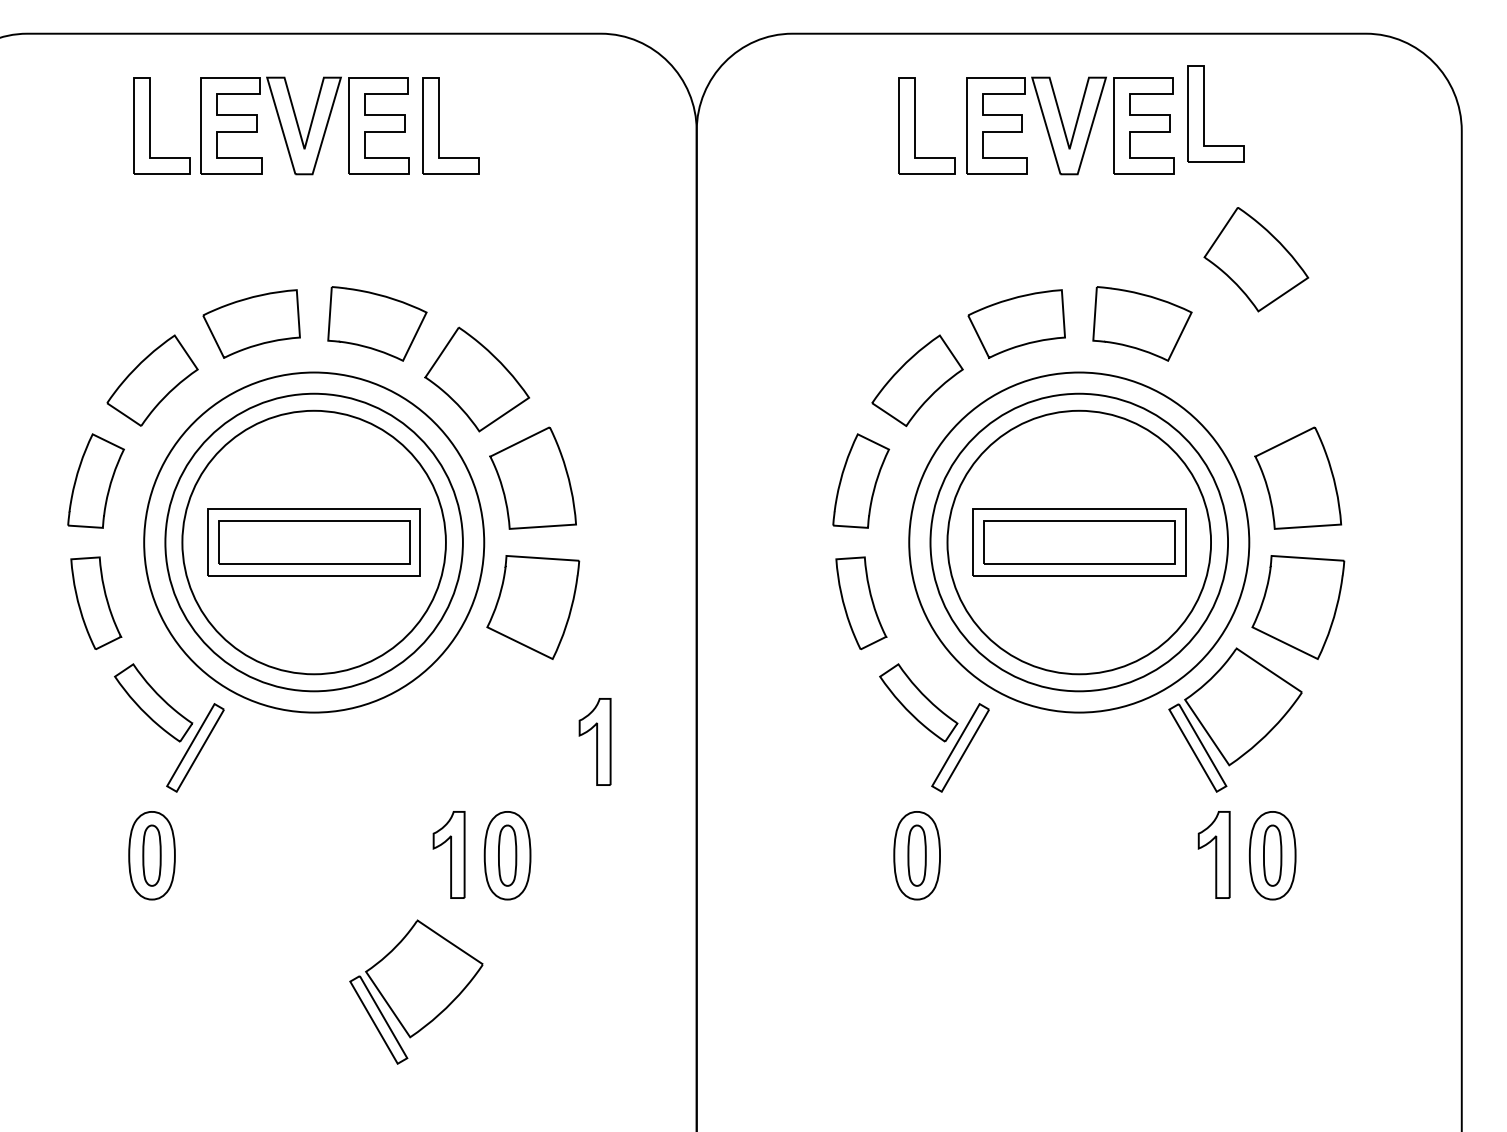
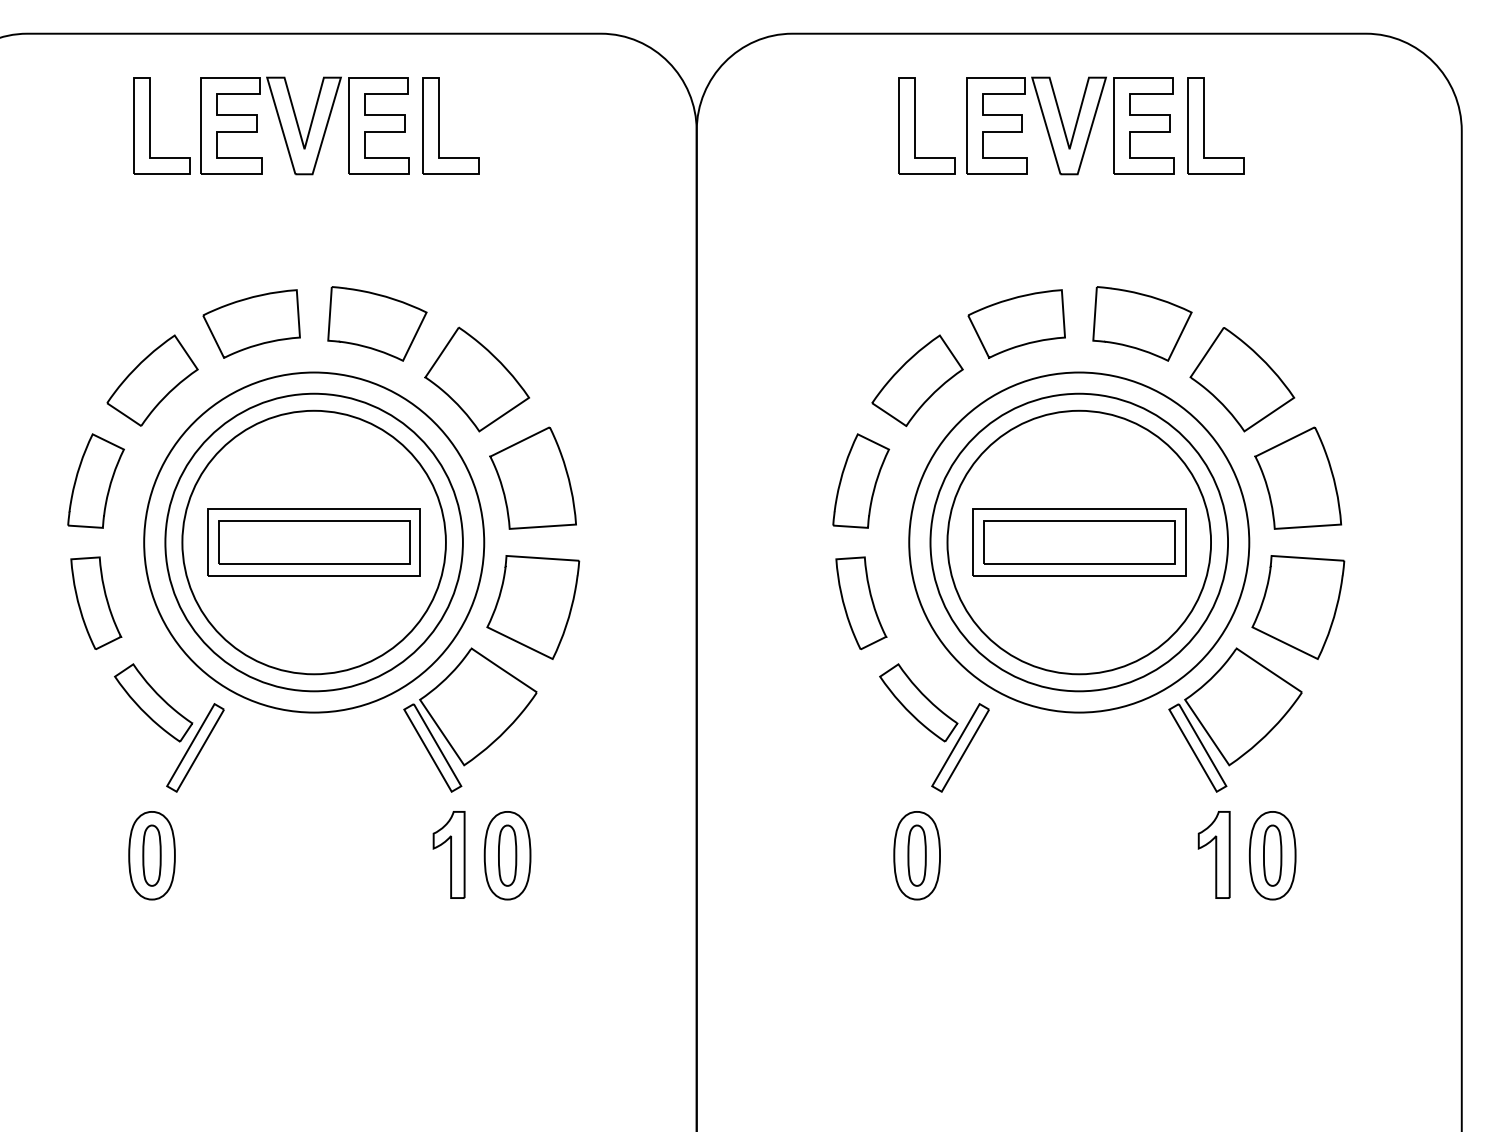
part at (1204, 113) position: (1204, 113) -> (1204, 125)
part at (1256, 259) position: (1256, 259) -> (1242, 379)
part at (594, 741): present -> none
part at (416, 991) position: (416, 991) -> (470, 719)
